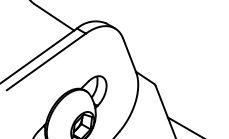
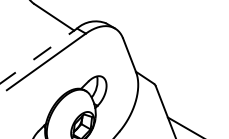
line at (39, 55): solid -> dashed
